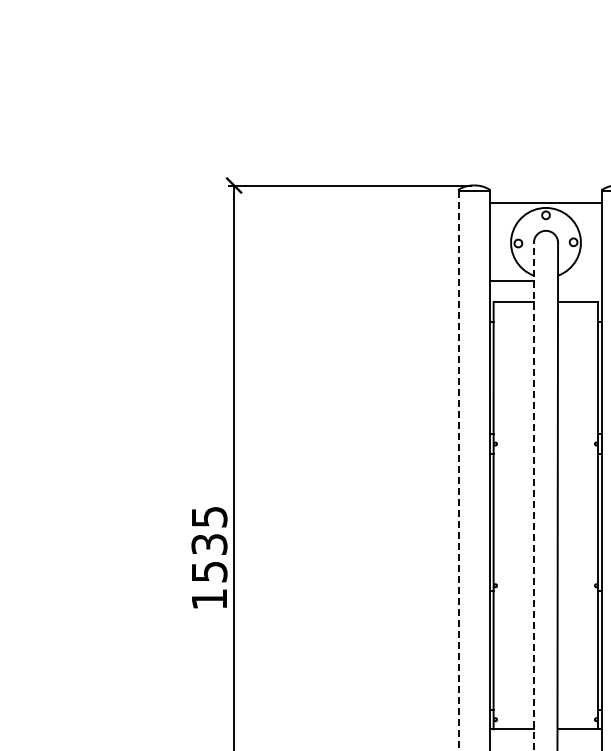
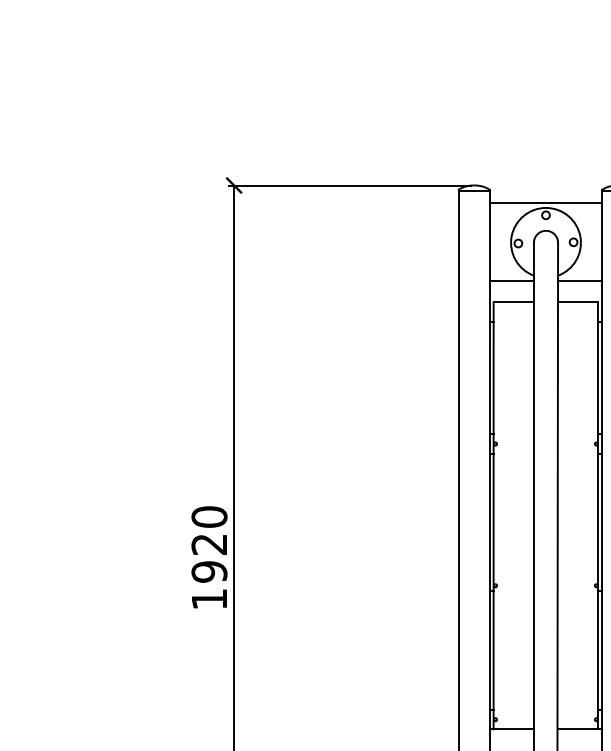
line at (580, 280): none -> present
line at (458, 470): dashed -> solid
line at (533, 496): dashed -> solid
text at (209, 544): 1535 -> 1920
